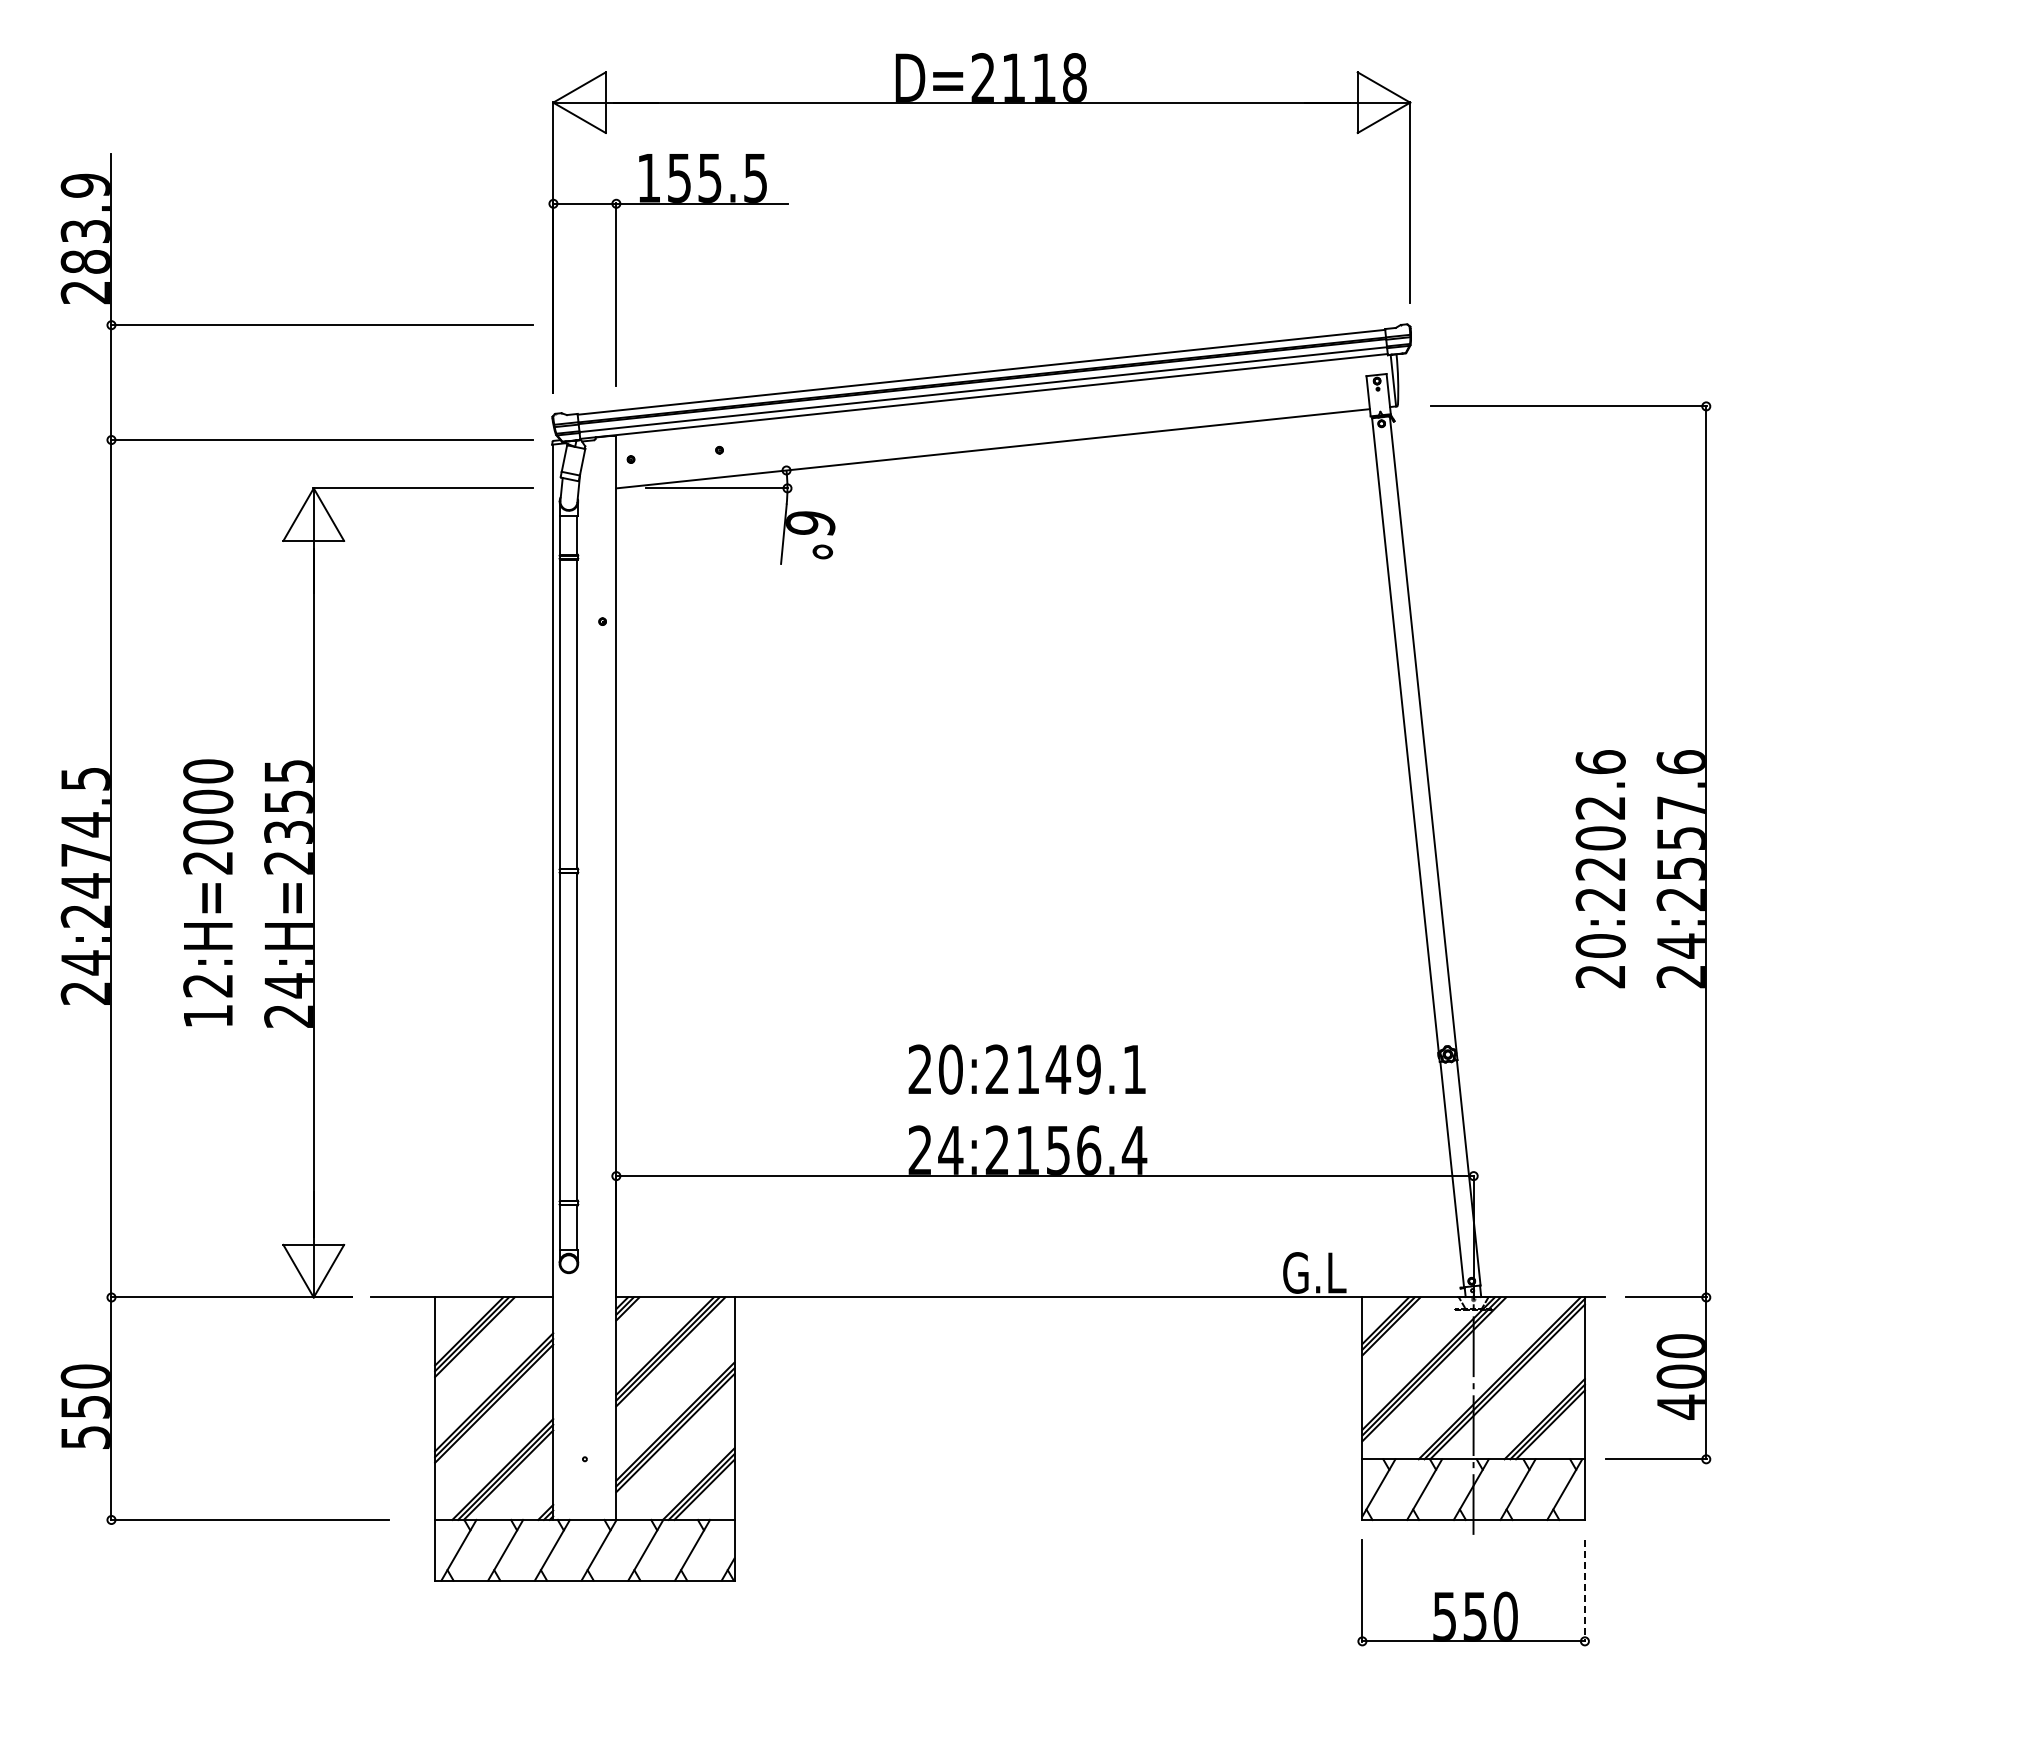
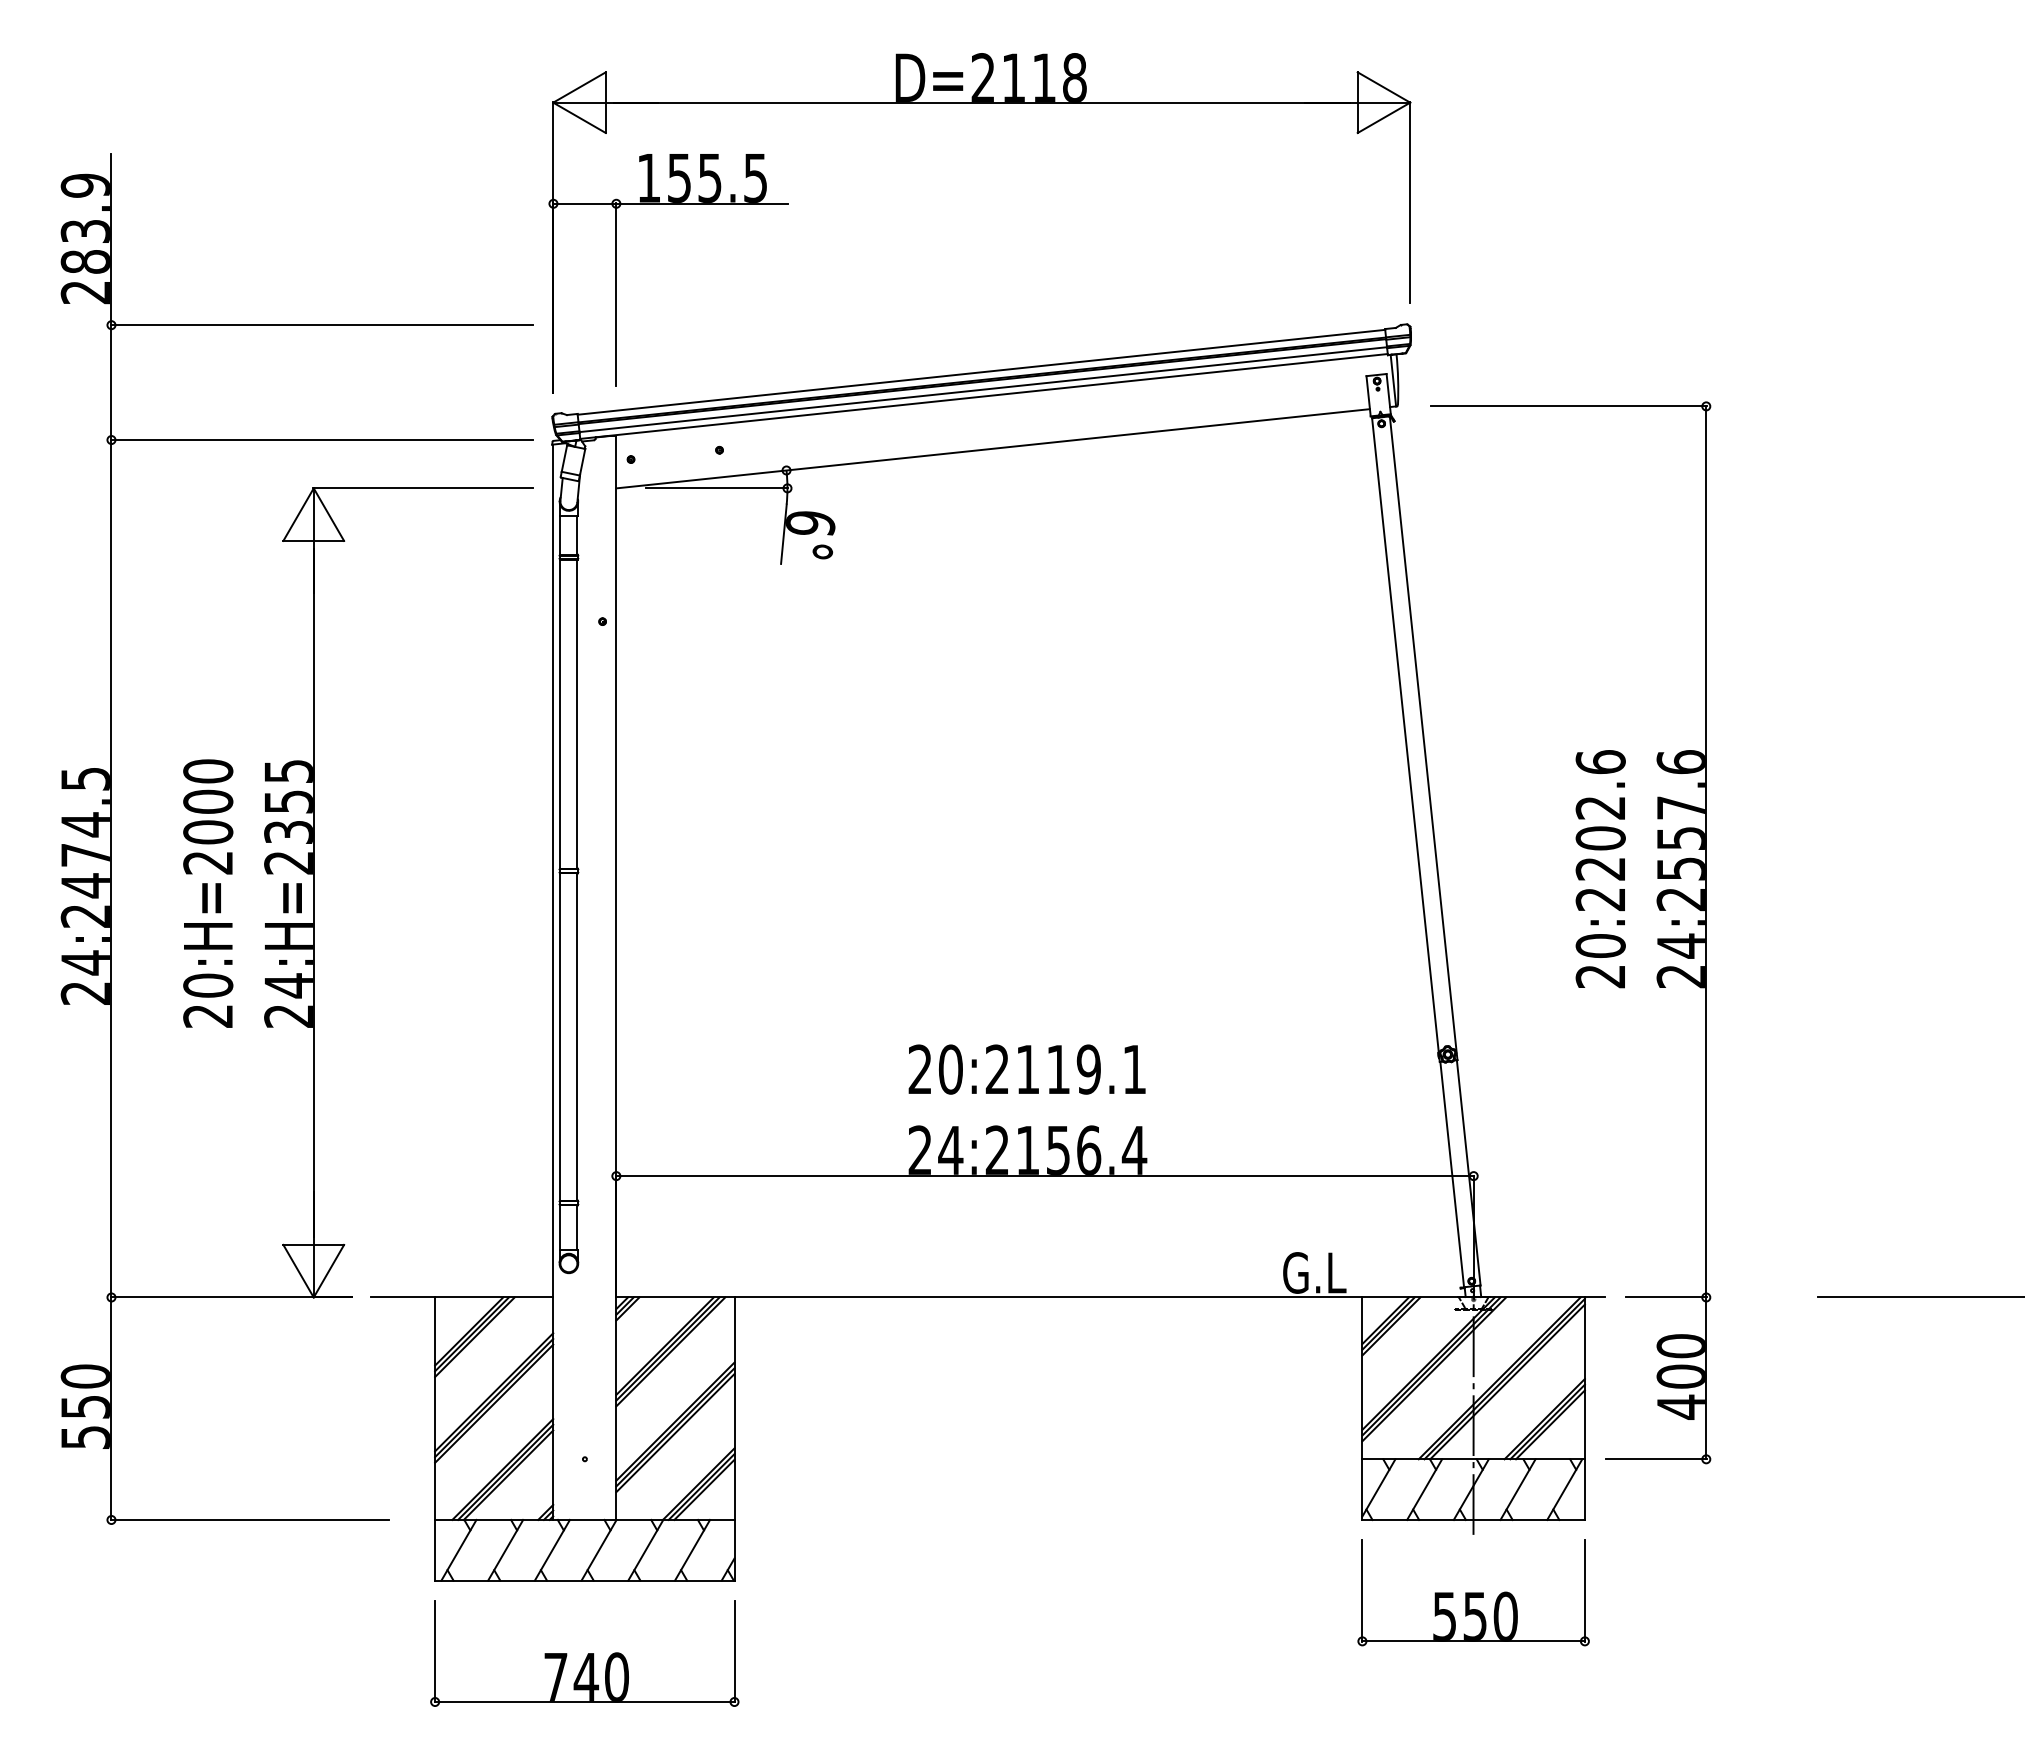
text at (208, 1000): 12:H=2000 -> 20:H=2000
text at (1058, 1069): 20:2149.1 -> 20:2119.1
line at (1919, 1297): none -> present
line at (1584, 1590): dashed -> solid
part at (584, 1653): none -> present
